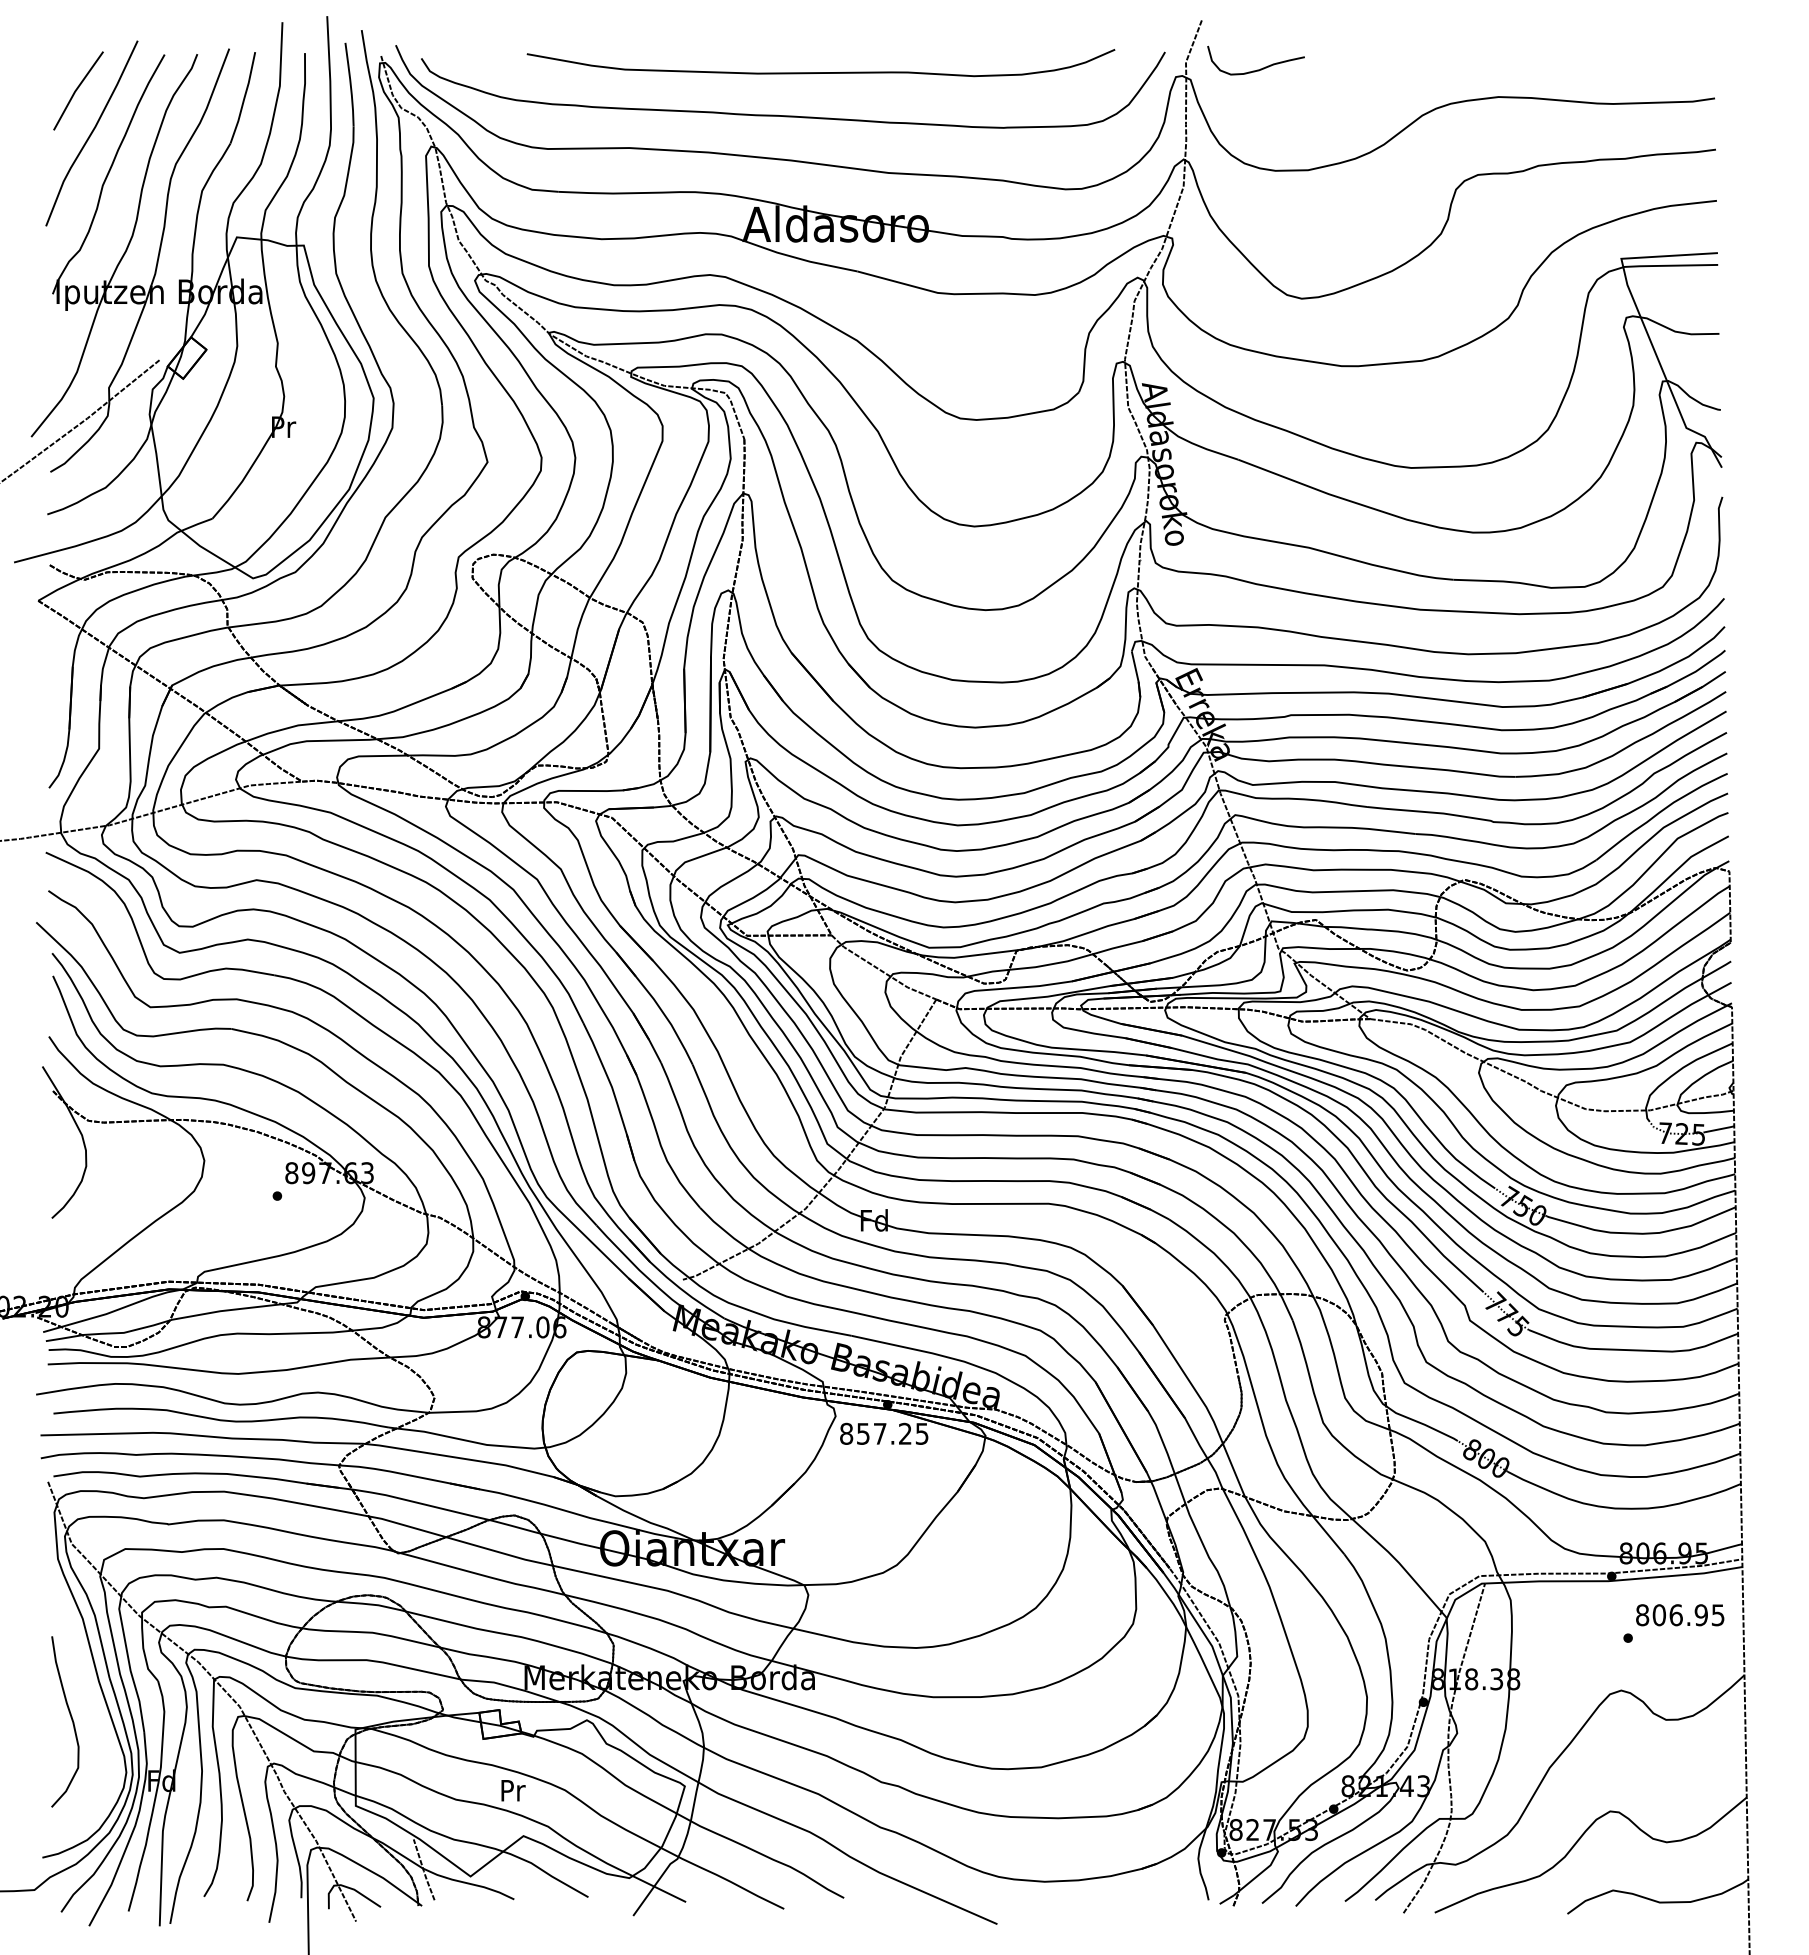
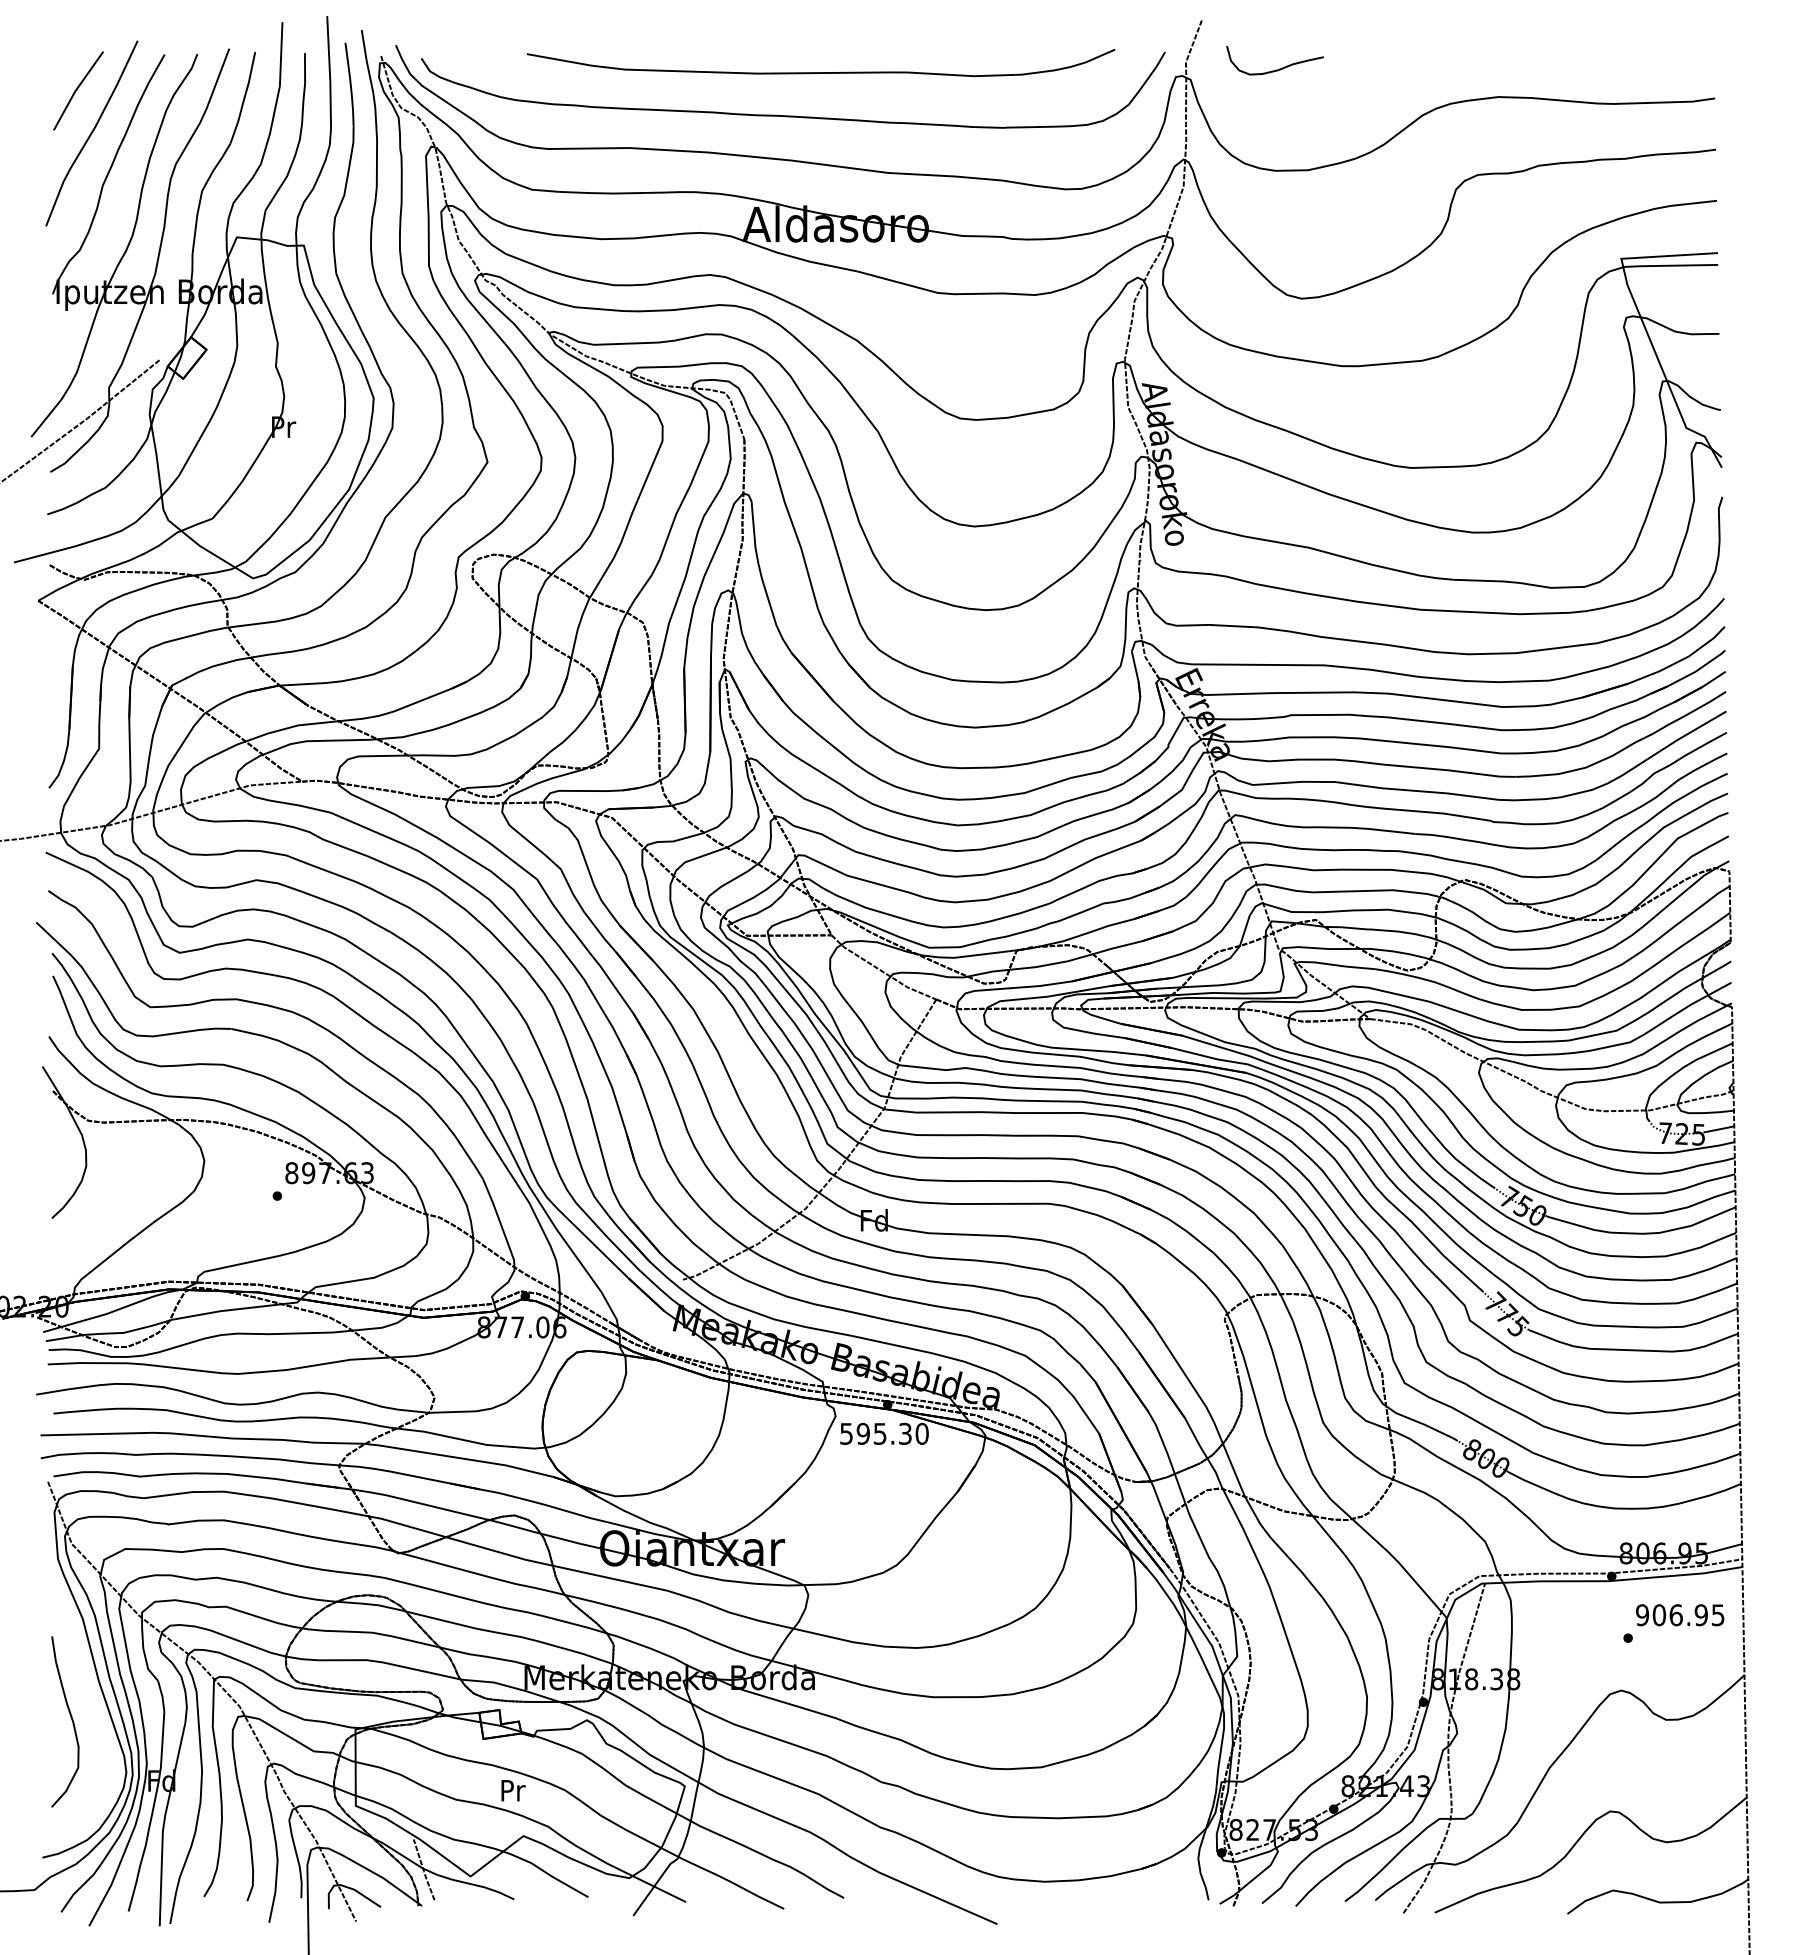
curve at (1257, 69) position: (1257, 69) -> (1276, 69)
text at (884, 1433): 857.25 -> 595.30
text at (1642, 1615): 806.95 -> 906.95
